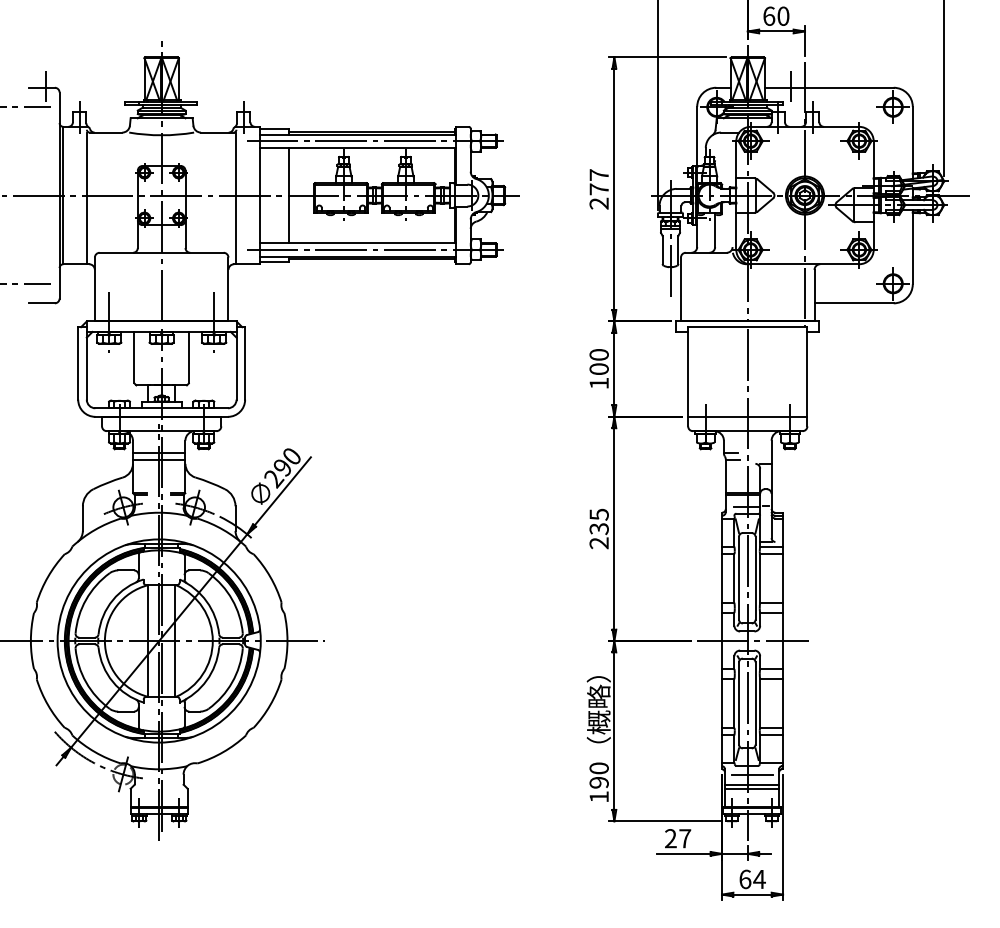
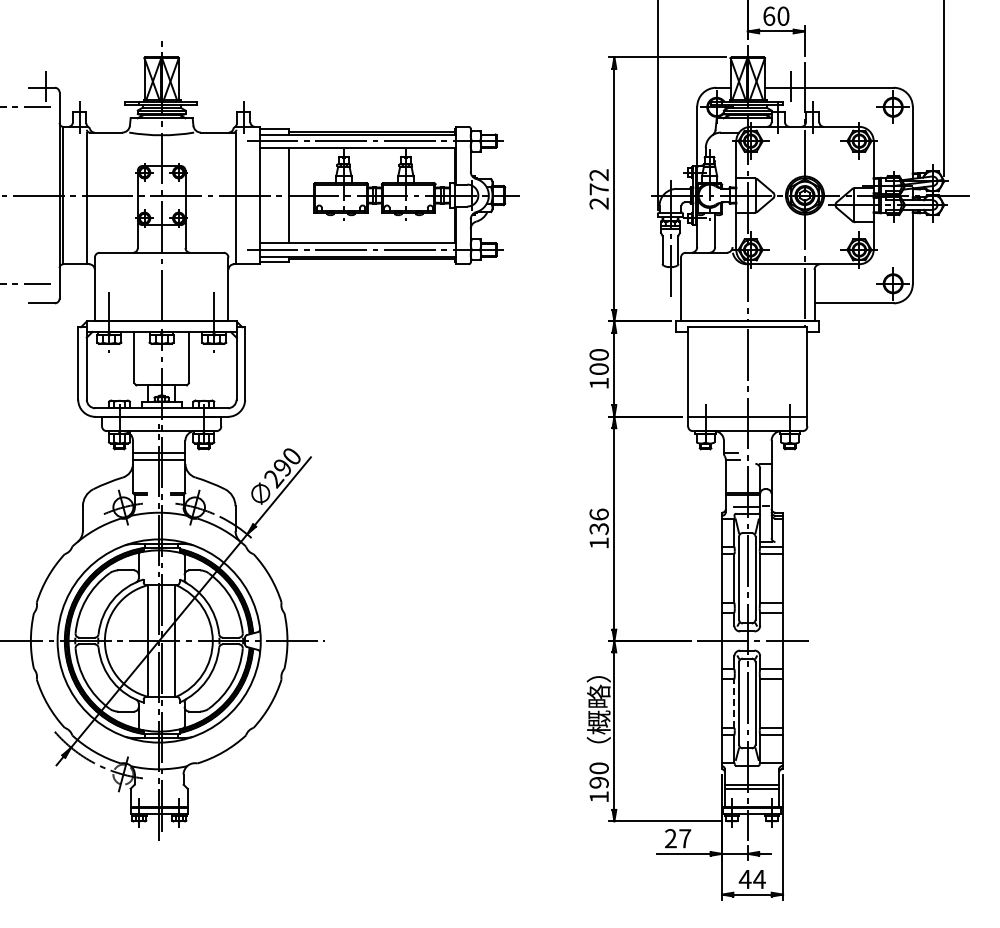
text at (598, 174): 277 -> 272
text at (598, 528): 235 -> 136
line at (734, 703): solid -> dashed
line at (751, 774): present -> none
text at (744, 879): 64 -> 44
